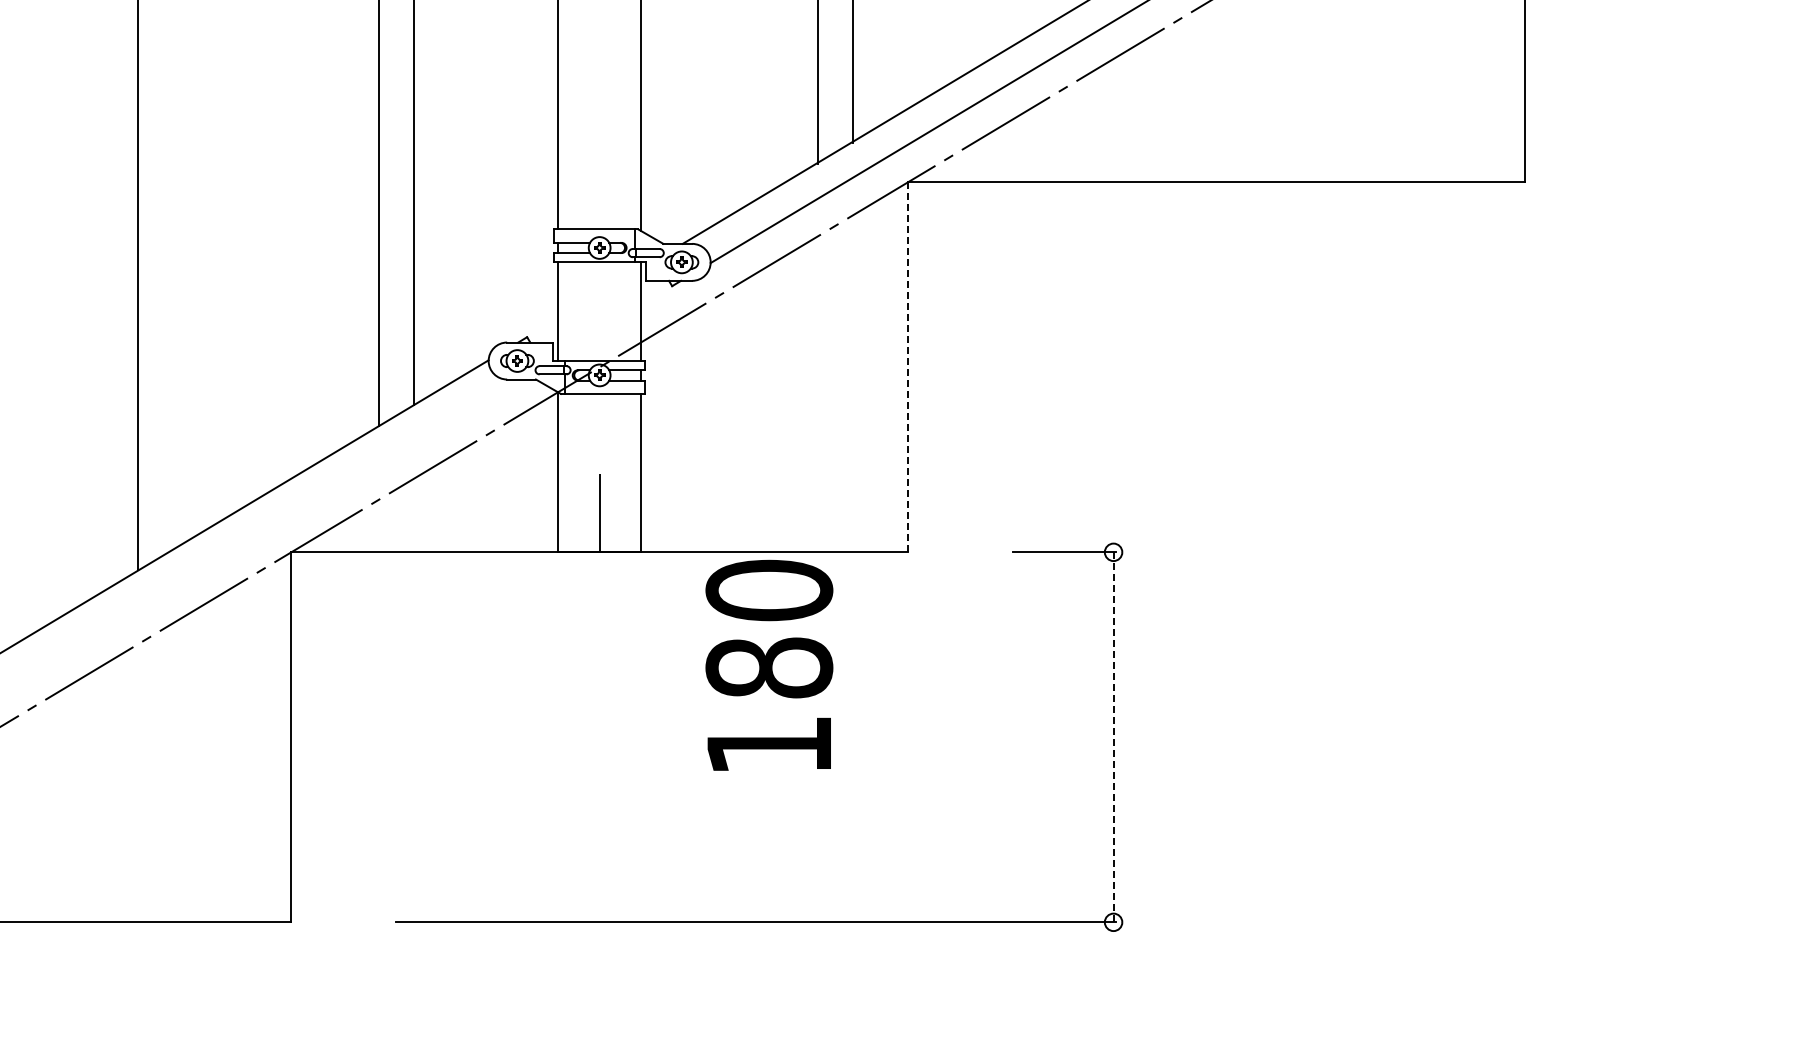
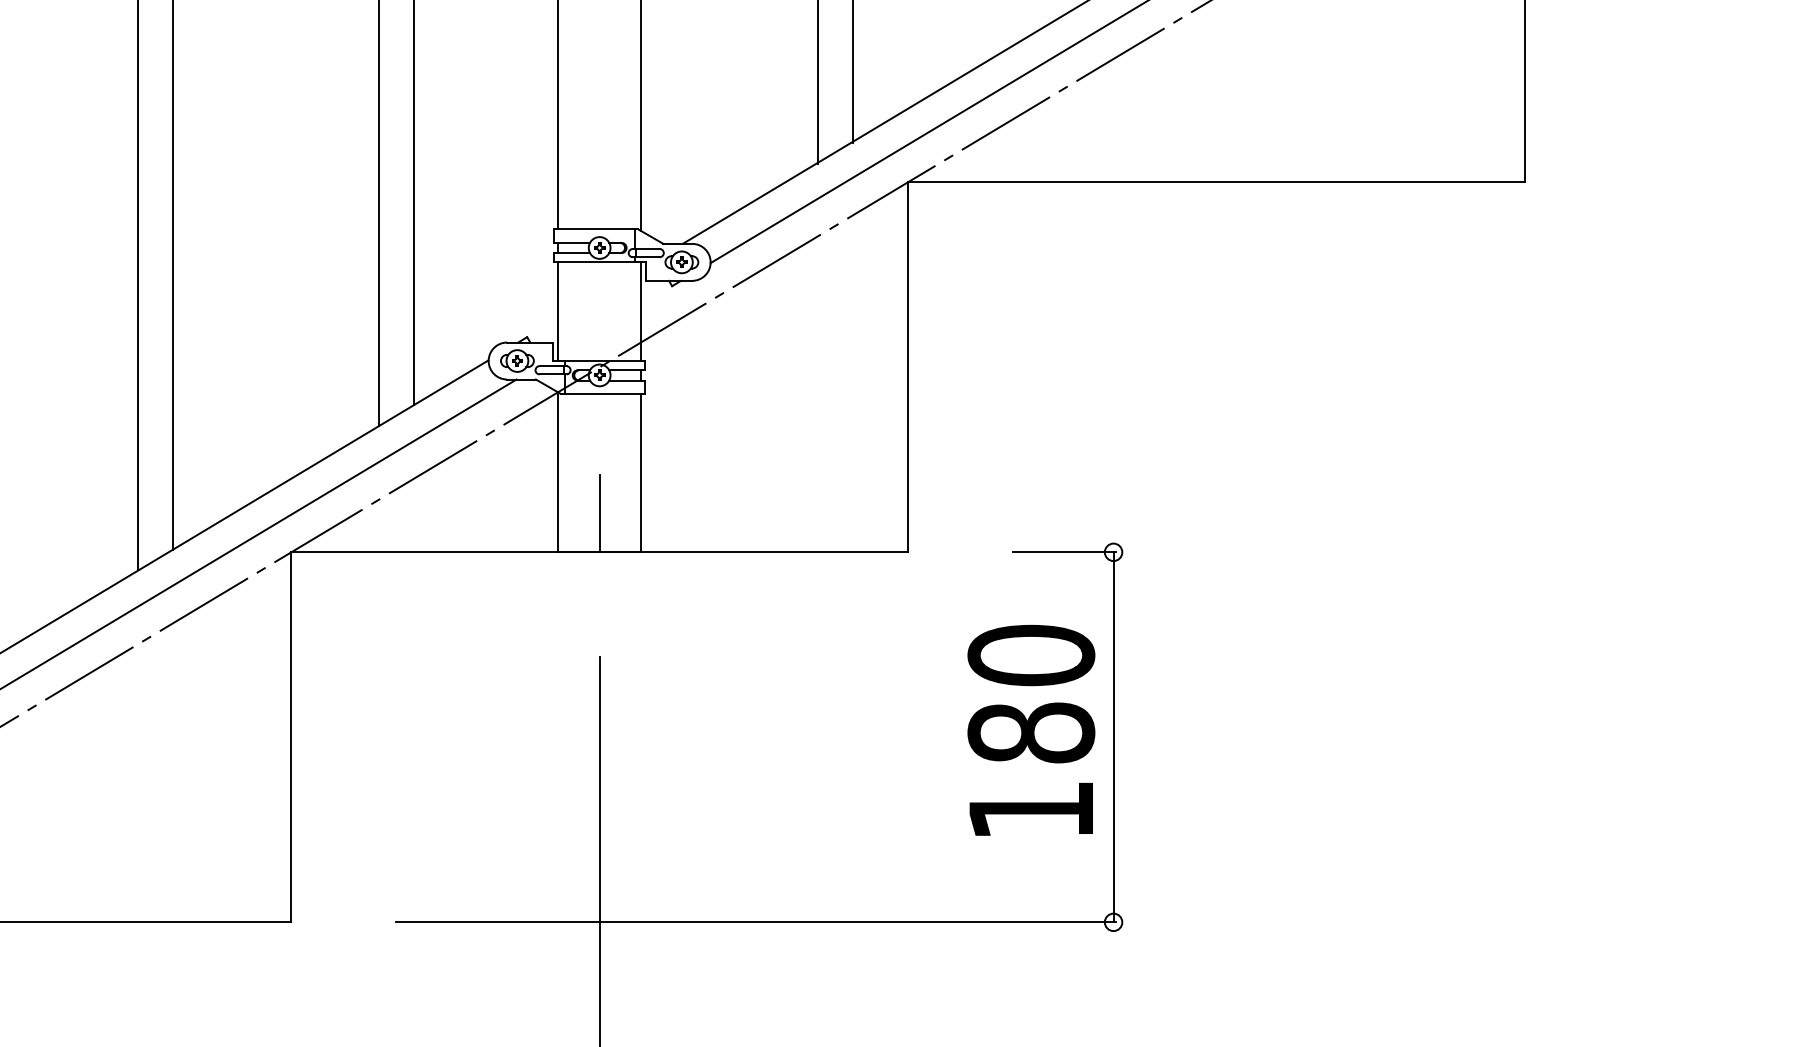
line at (173, 275): none -> present
line at (908, 366): dashed -> solid
line at (259, 533): none -> present
text at (769, 664) position: (769, 664) -> (1031, 729)
line at (1113, 737): dashed -> solid
line at (599, 850): none -> present
